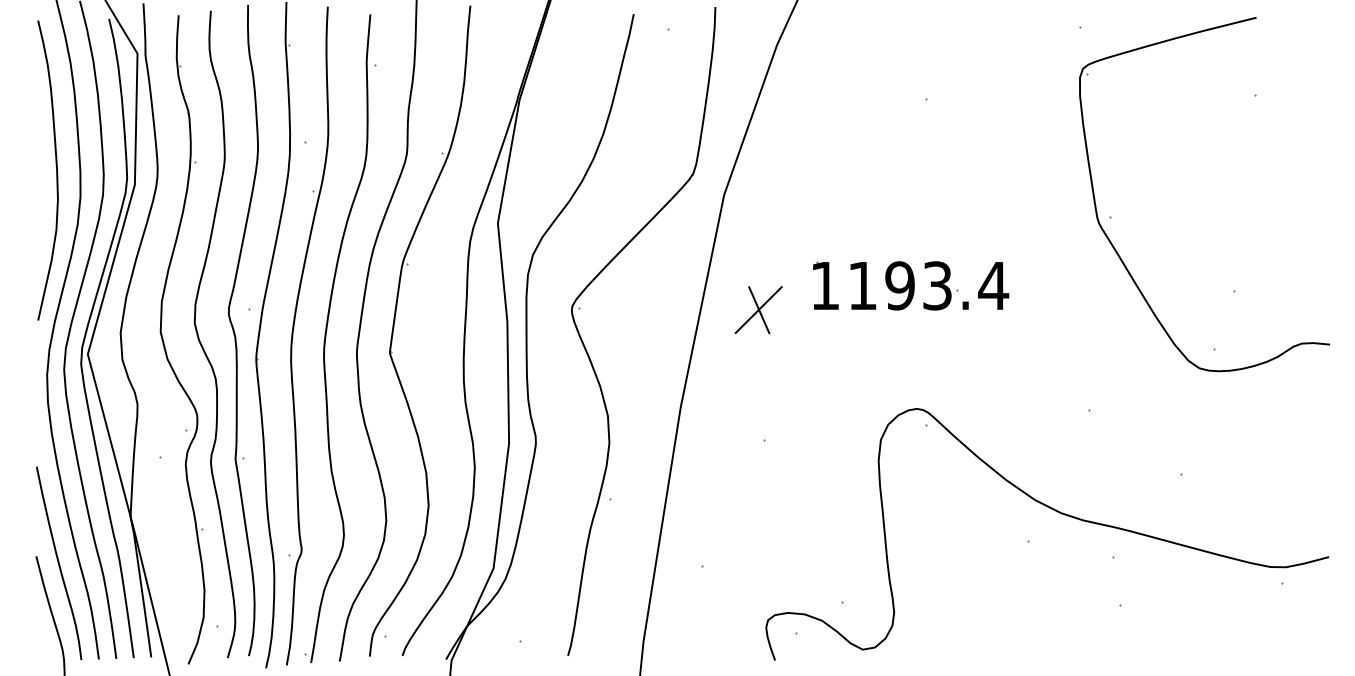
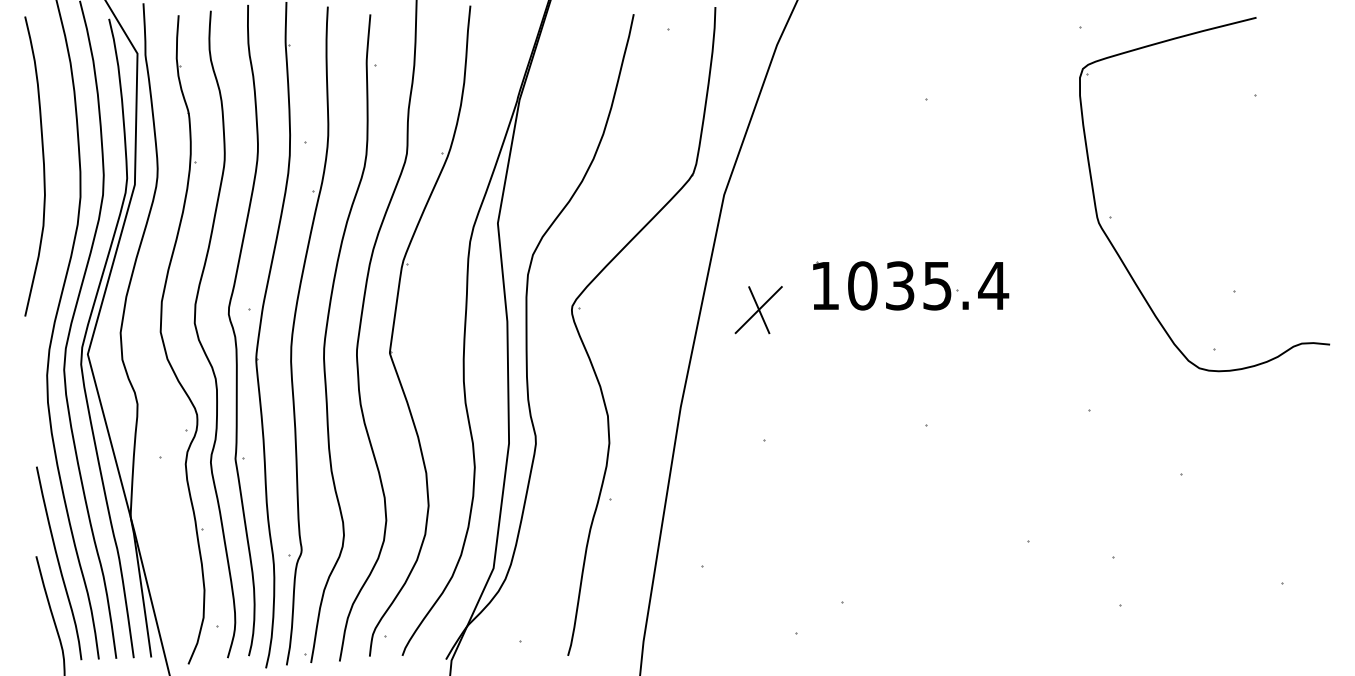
curve at (56, 170) position: (56, 170) -> (43, 166)
text at (899, 285): 1193.4 -> 1035.4
curve at (1057, 512): present -> none
